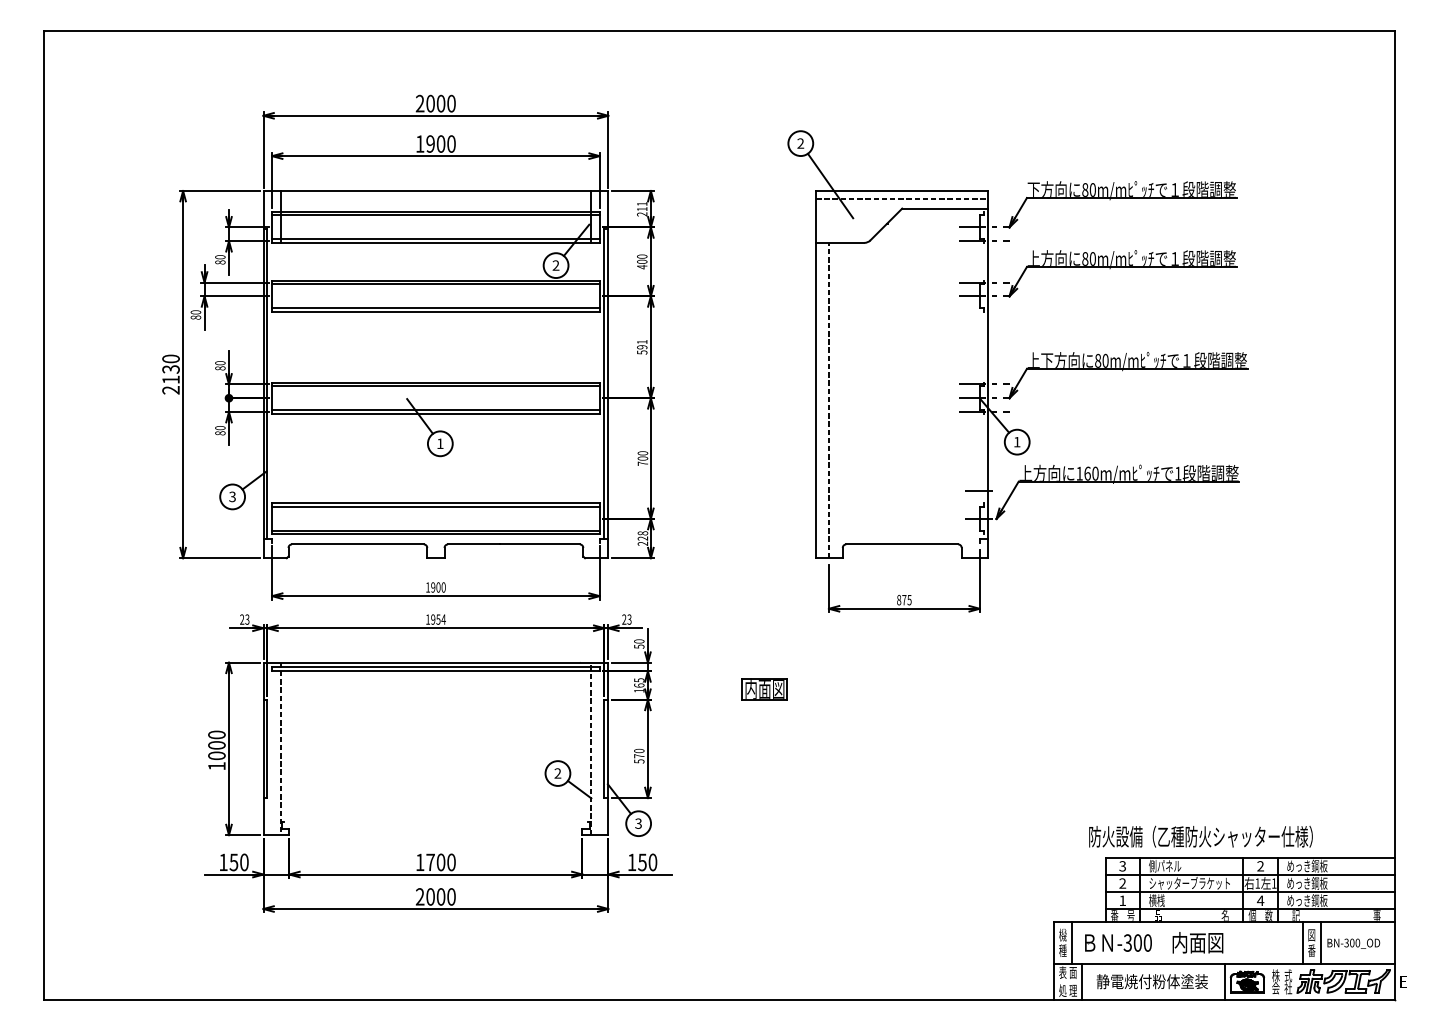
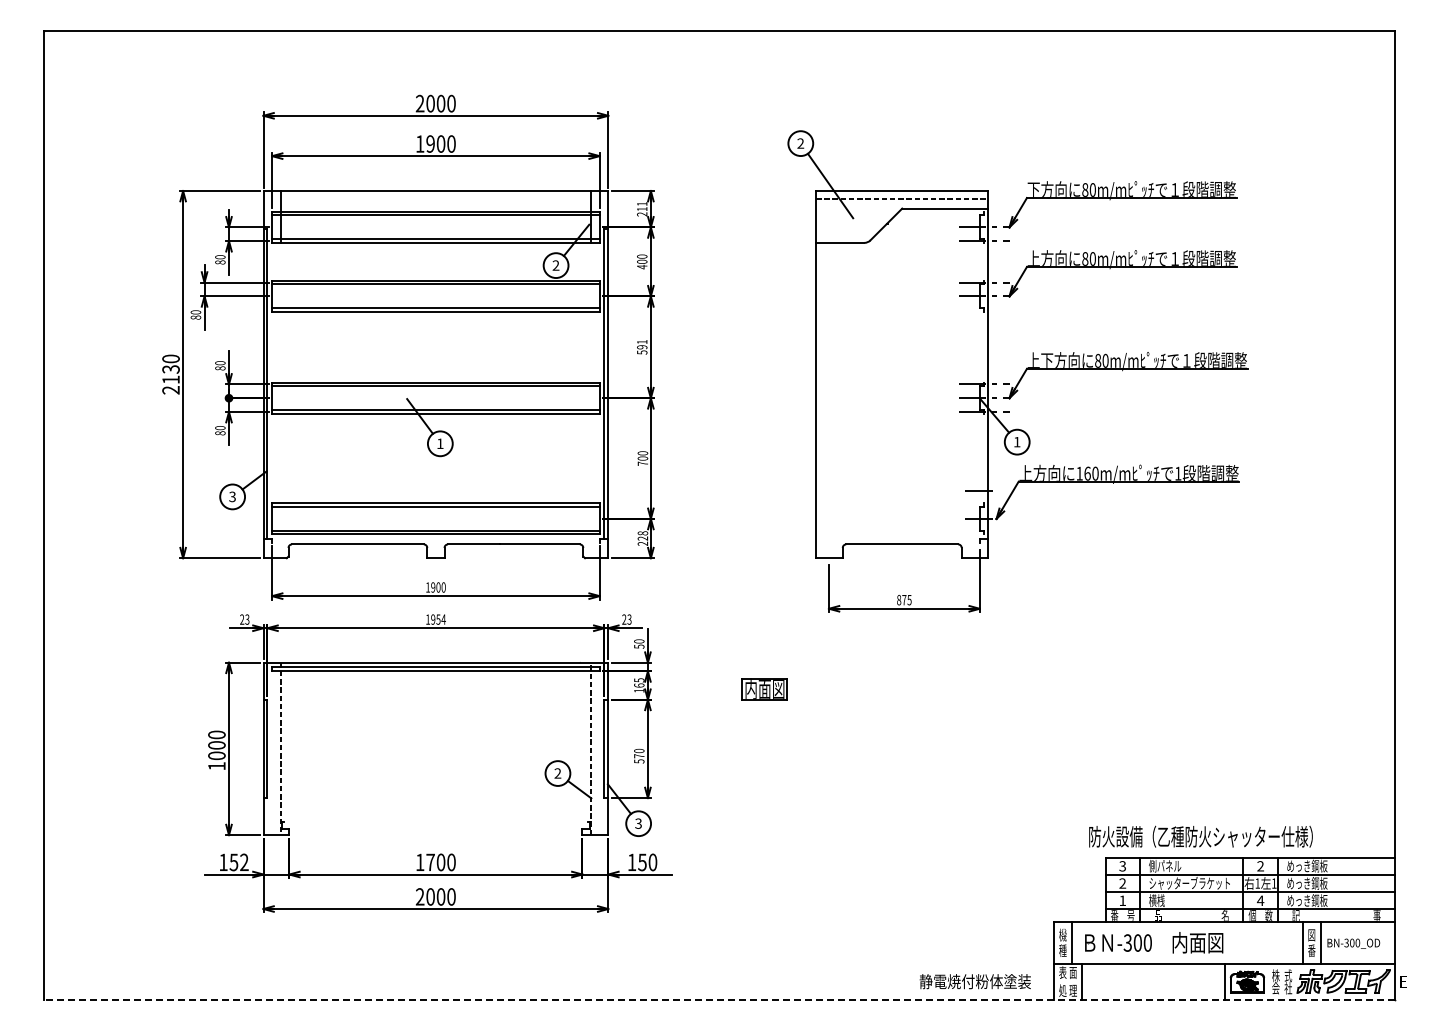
line at (828, 400): present -> none
text at (244, 862): 150 -> 152
text at (1151, 981) position: (1151, 981) -> (974, 981)
line at (719, 999): solid -> dashed
